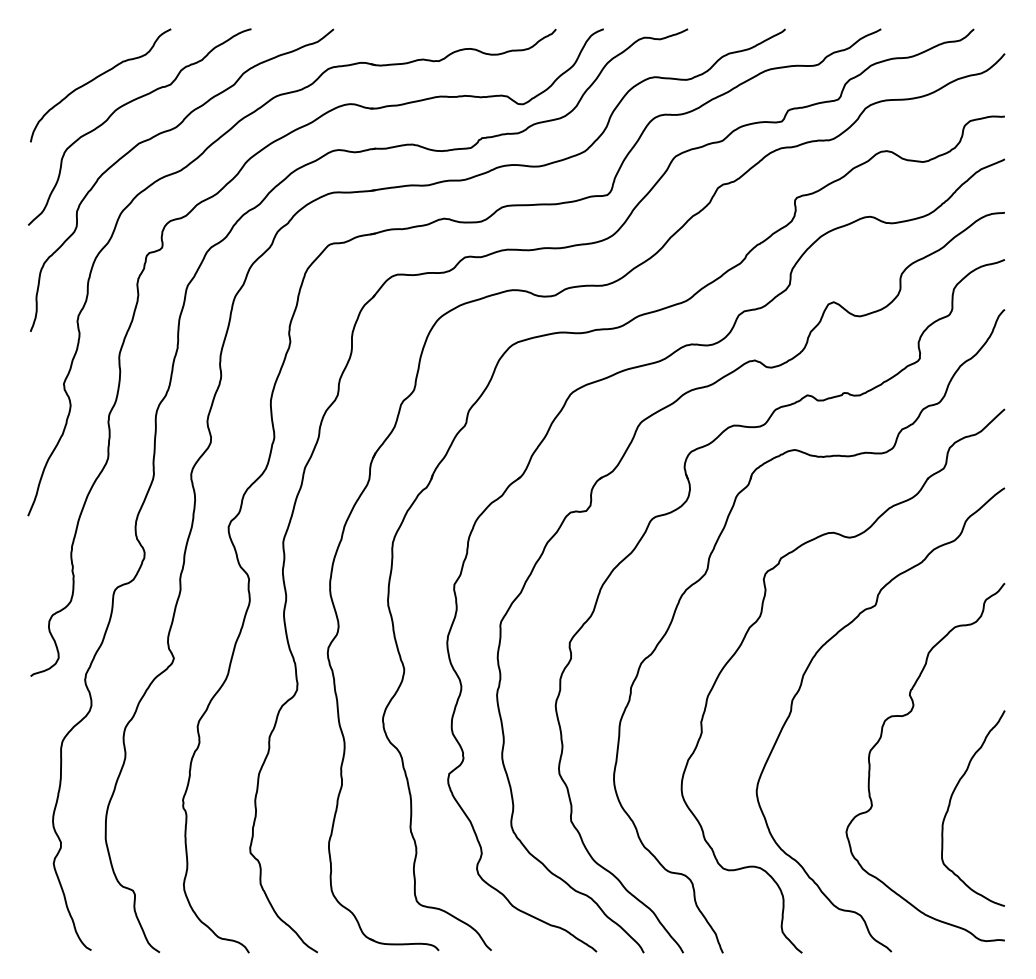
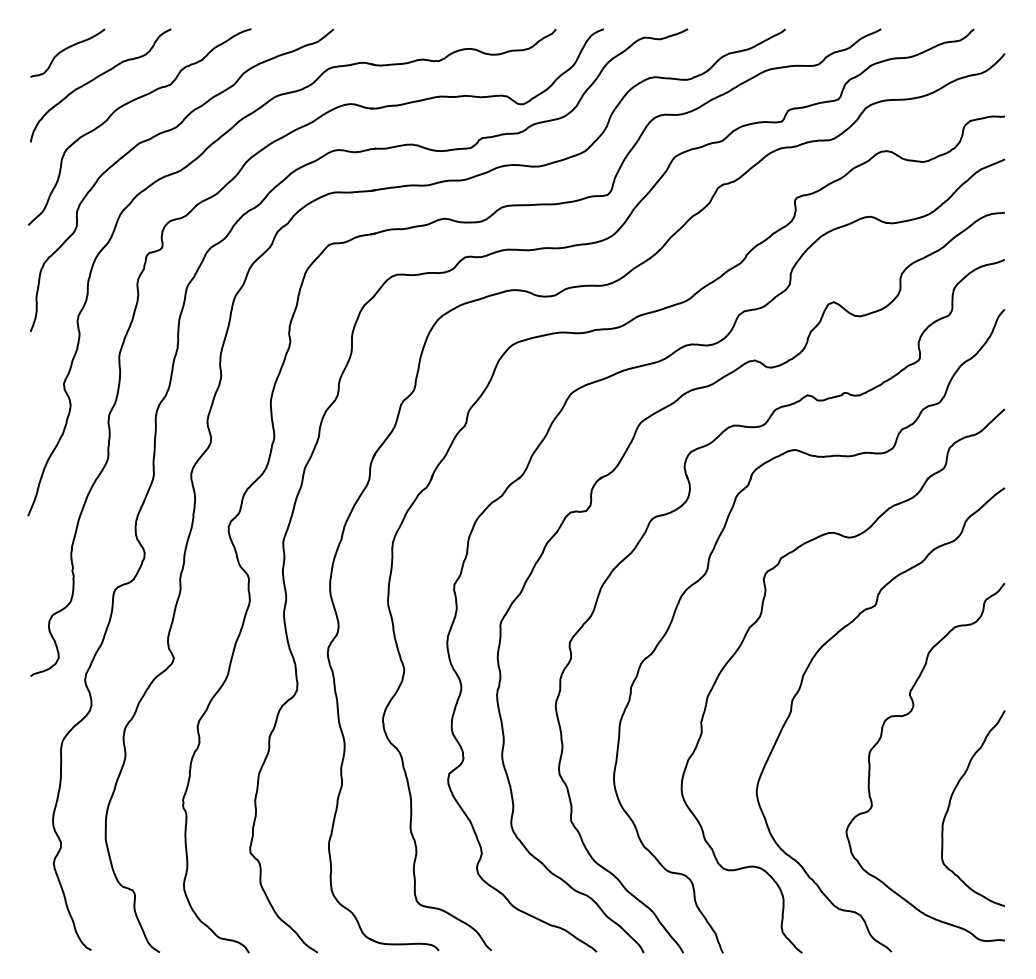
curve at (65, 50): none -> present
